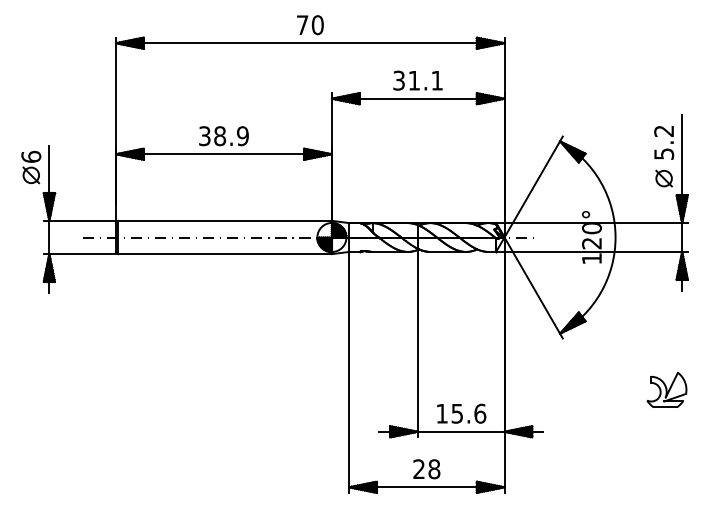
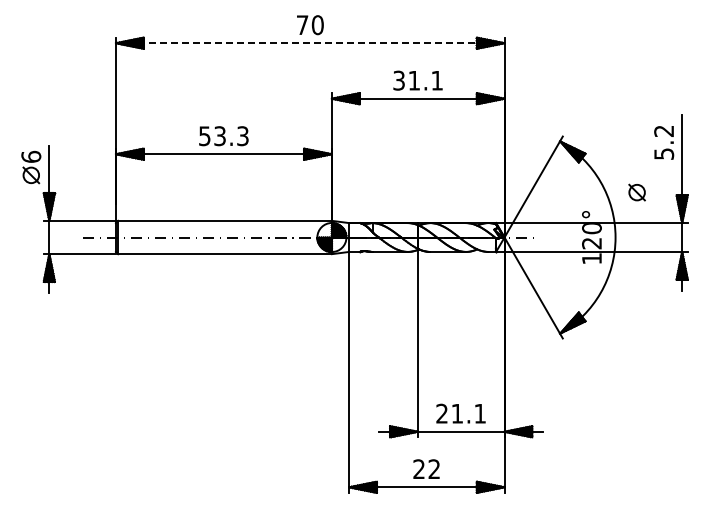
line at (310, 43): solid -> dashed
text at (223, 136): 38.9 -> 53.3
part at (663, 178) position: (663, 178) -> (636, 192)
part at (666, 389): present -> none
text at (461, 413): 15.6 -> 21.1
text at (434, 469): 28 -> 22
